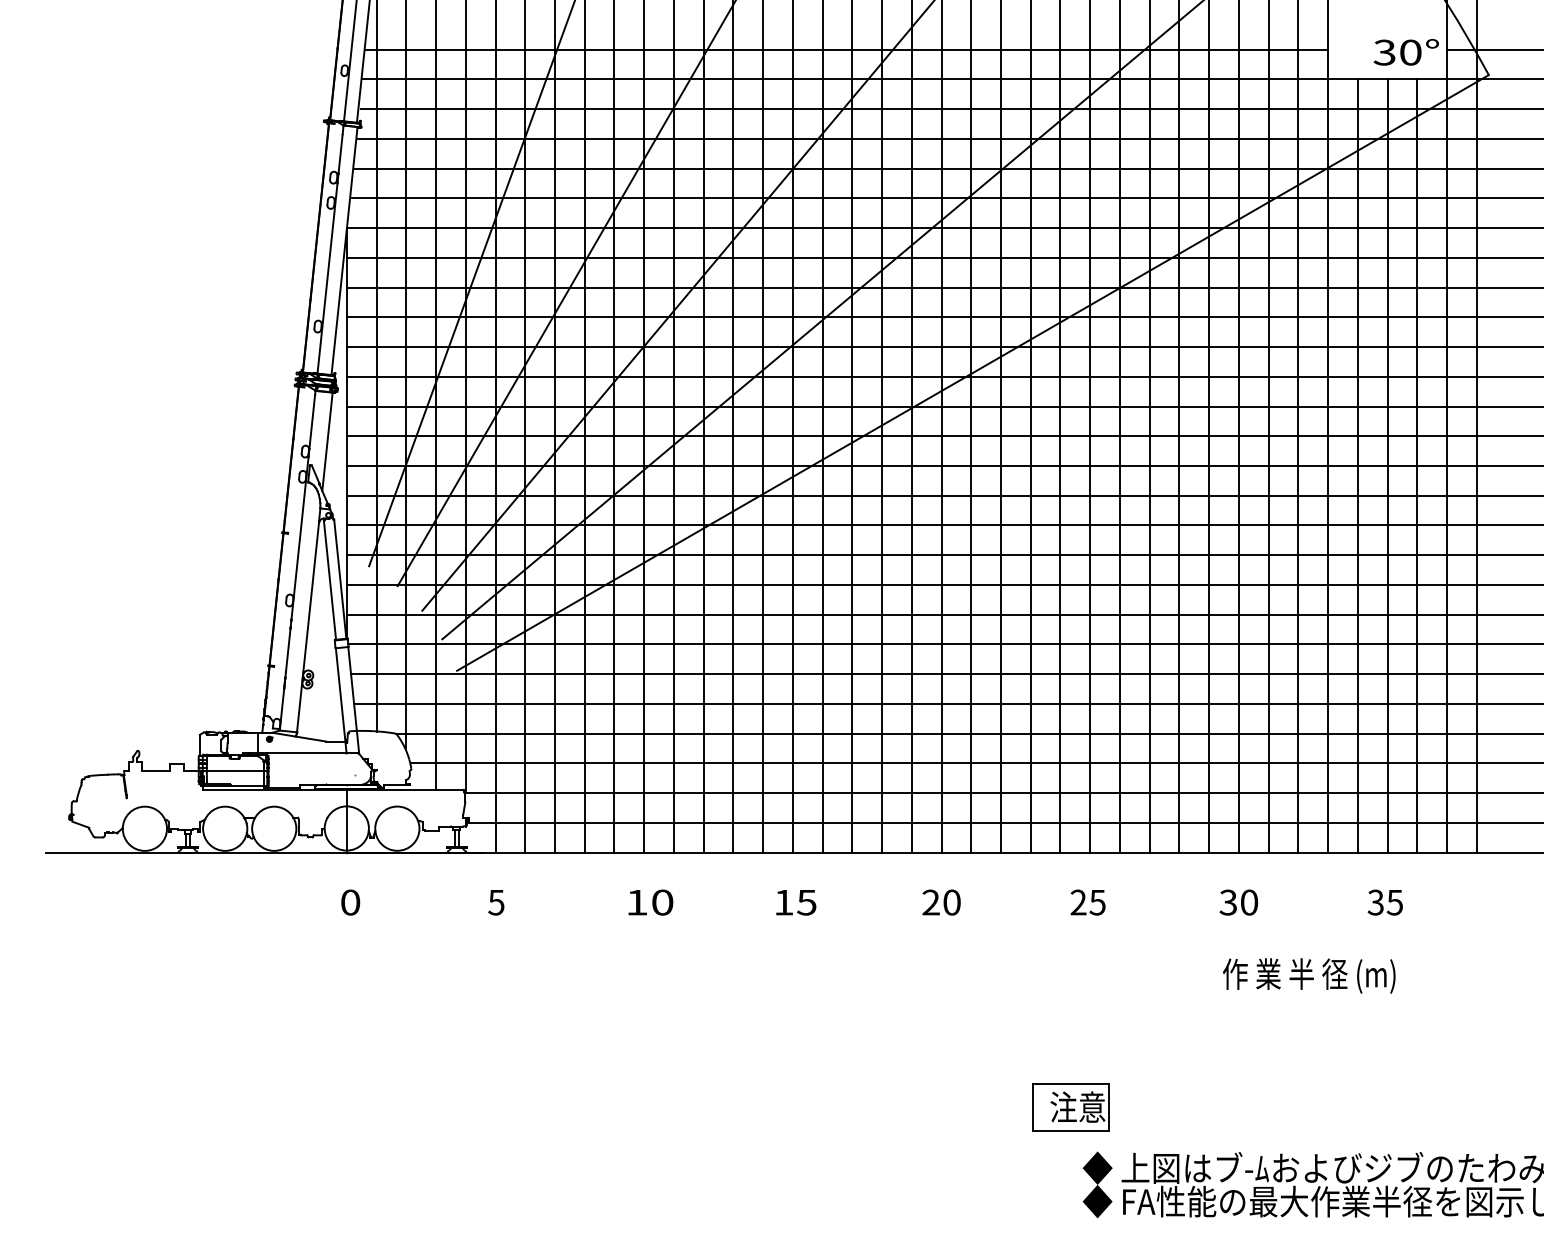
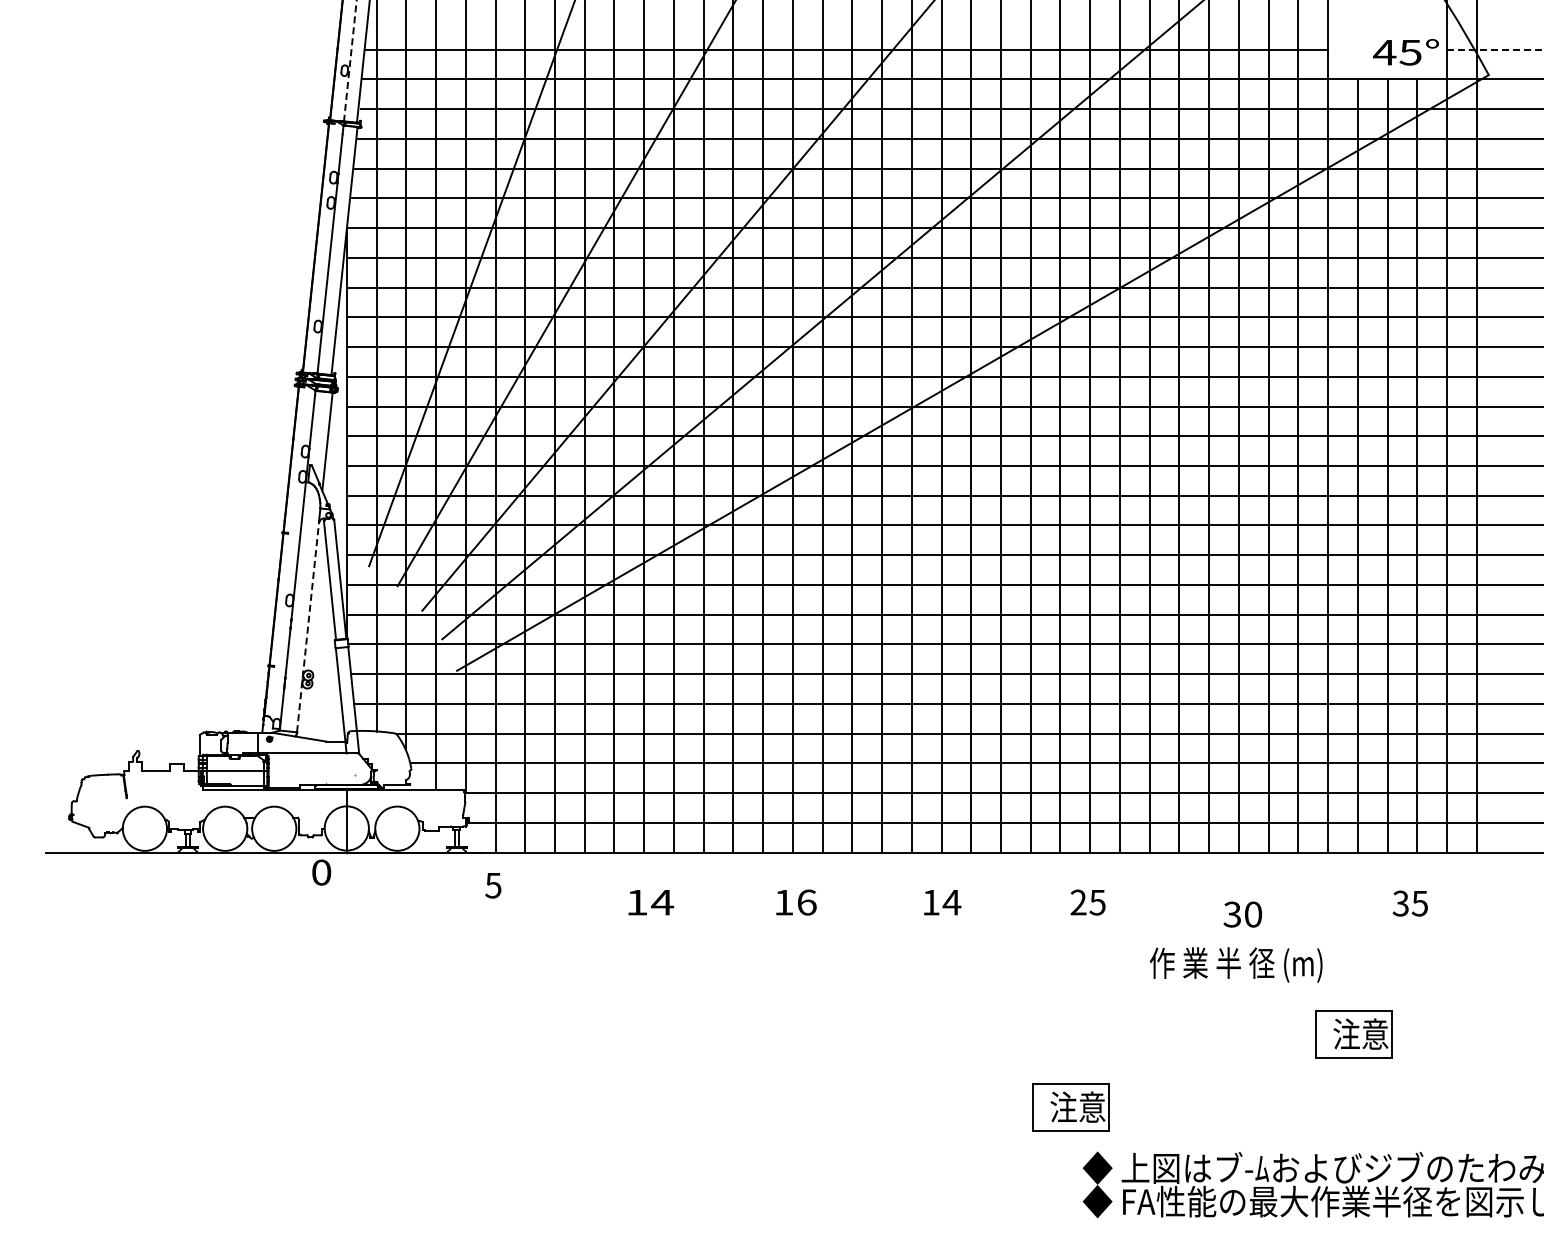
line at (1495, 49): solid -> dashed
text at (1397, 52): 30° -> 45°
line at (350, 61): solid -> dashed
line at (308, 626): solid -> dashed
text at (350, 902) position: (350, 902) -> (321, 872)
text at (496, 902) position: (496, 902) -> (493, 885)
text at (662, 902): 10 -> 14
text at (806, 902): 15 -> 16
text at (941, 902): 20 -> 14
text at (1238, 902) position: (1238, 902) -> (1242, 914)
text at (1384, 902) position: (1384, 902) -> (1409, 903)
text at (1309, 975) position: (1309, 975) -> (1236, 964)
part at (1353, 1034): none -> present
